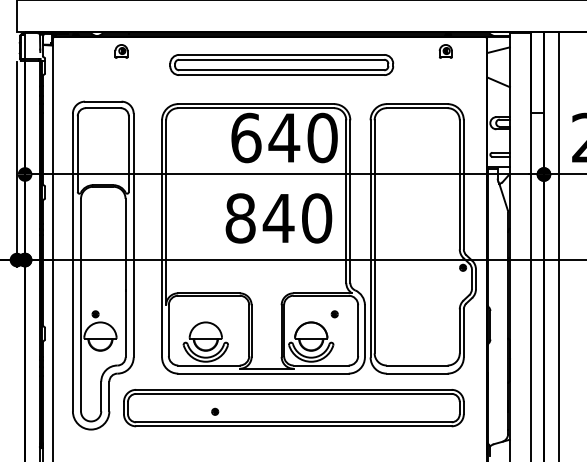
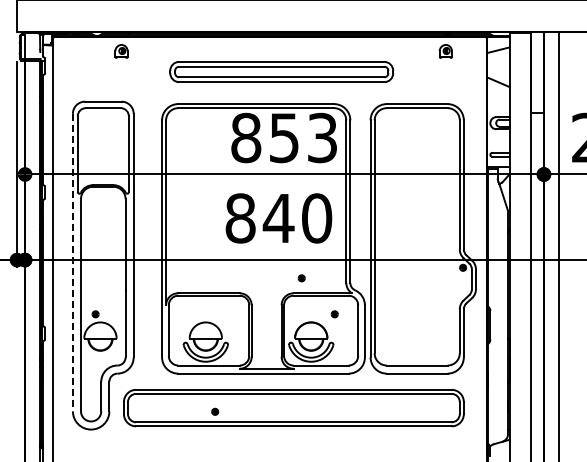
part at (281, 64) position: (281, 64) -> (281, 71)
text at (284, 137): 640 -> 853
line at (72, 262): solid -> dashed
part at (301, 278): none -> present
